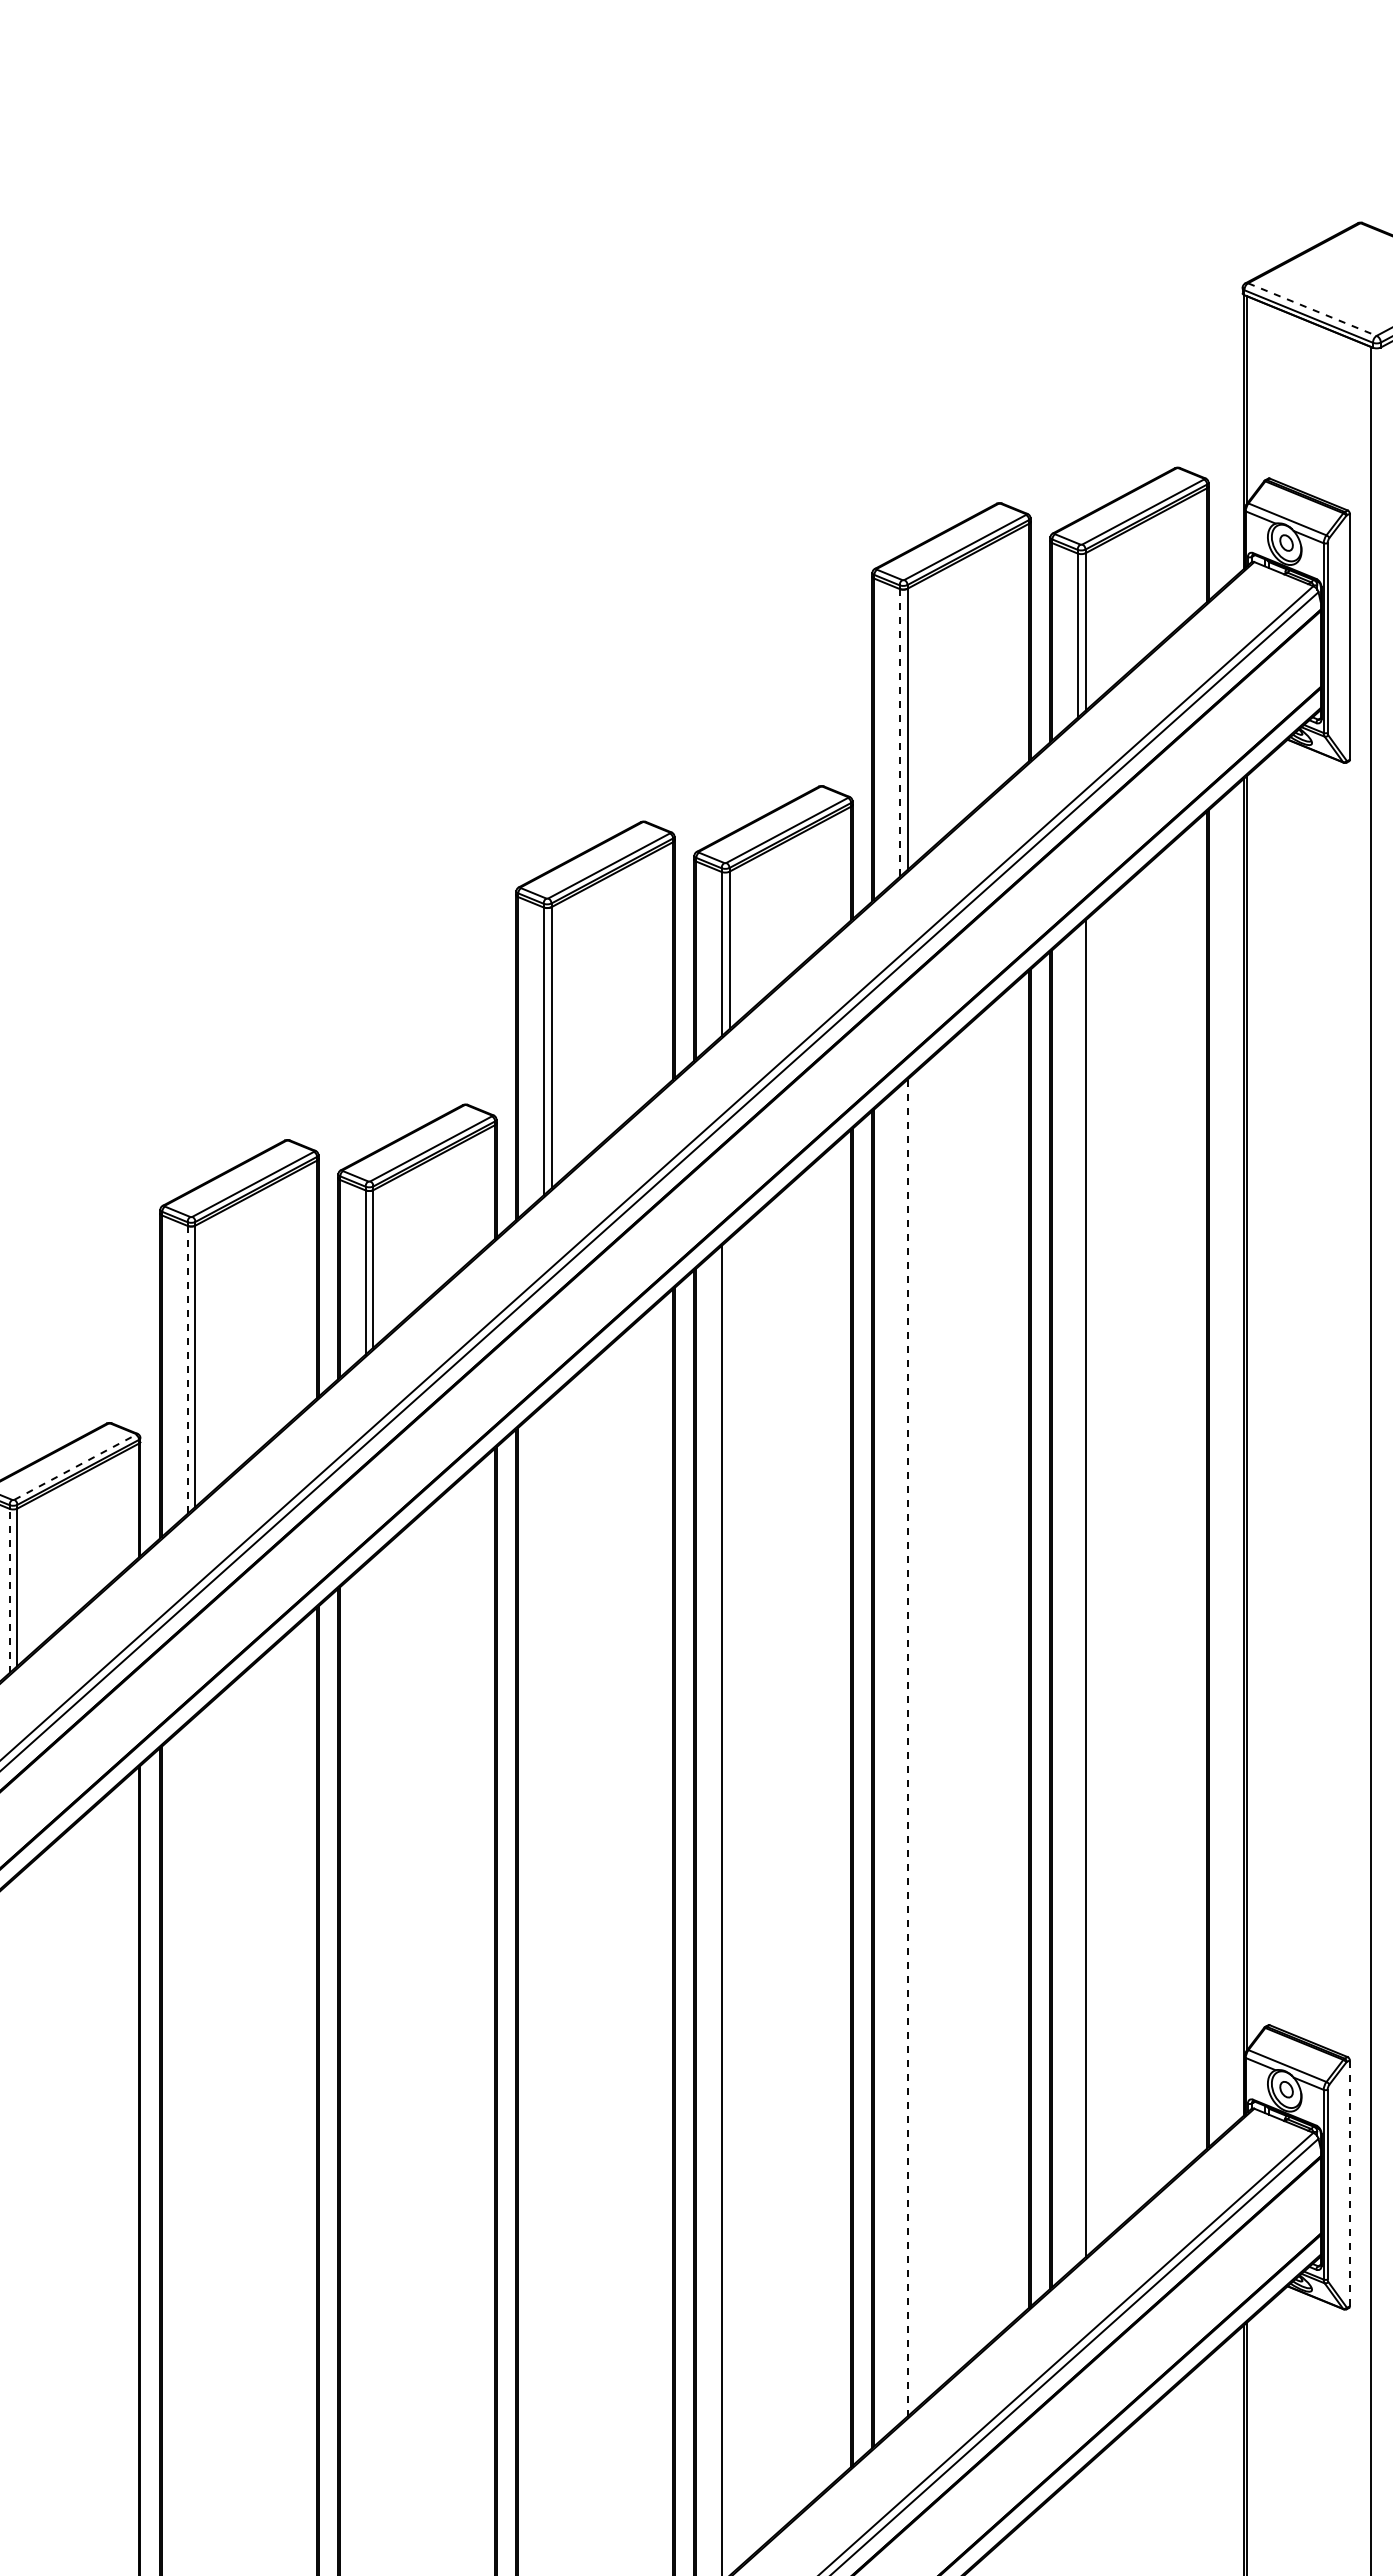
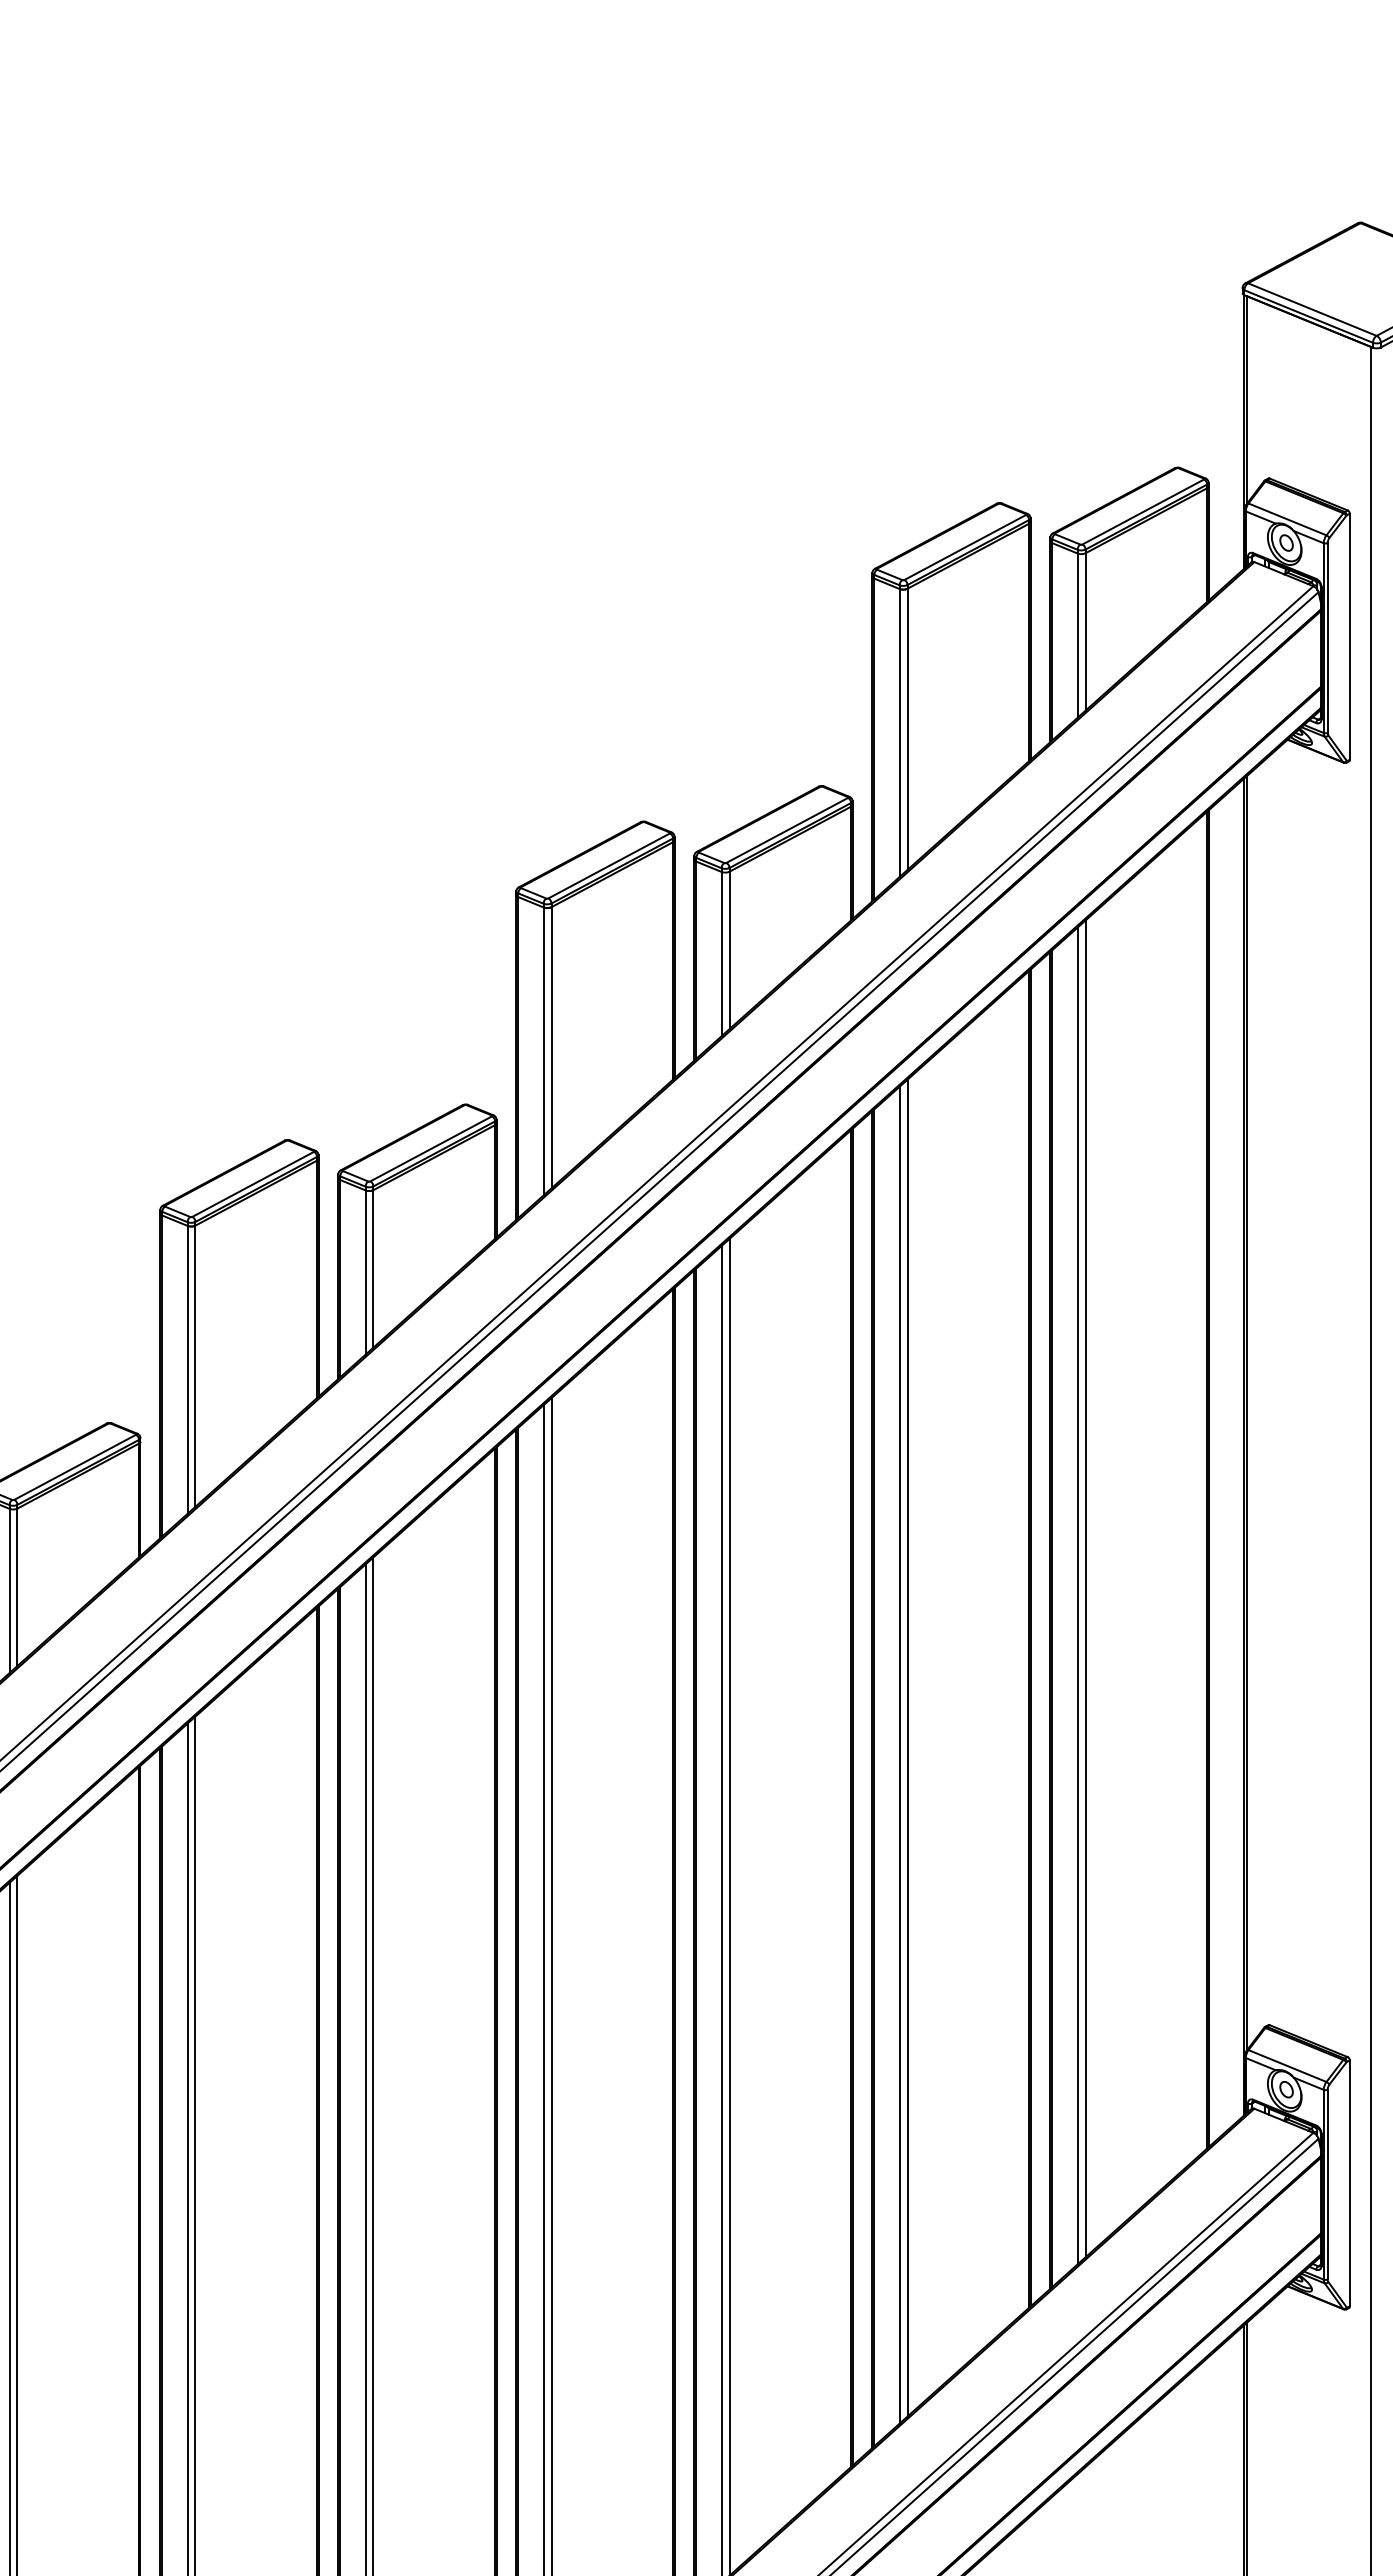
line at (1312, 309): dashed -> solid
line at (899, 733): dashed -> solid
line at (187, 1369): dashed -> solid
line at (75, 1467): dashed -> solid
line at (9, 1590): dashed -> solid
line at (1077, 1595): none -> present
line at (907, 1748): dashed -> solid
line at (899, 1754): none -> present
line at (729, 1905): none -> present
line at (551, 1985): none -> present
line at (543, 1988): none -> present
line at (373, 2064): none -> present
line at (365, 2068): none -> present
line at (195, 2144): none -> present
line at (187, 2147): none -> present
line at (1349, 2183): dashed -> solid
line at (17, 2223): none -> present
line at (9, 2227): none -> present
